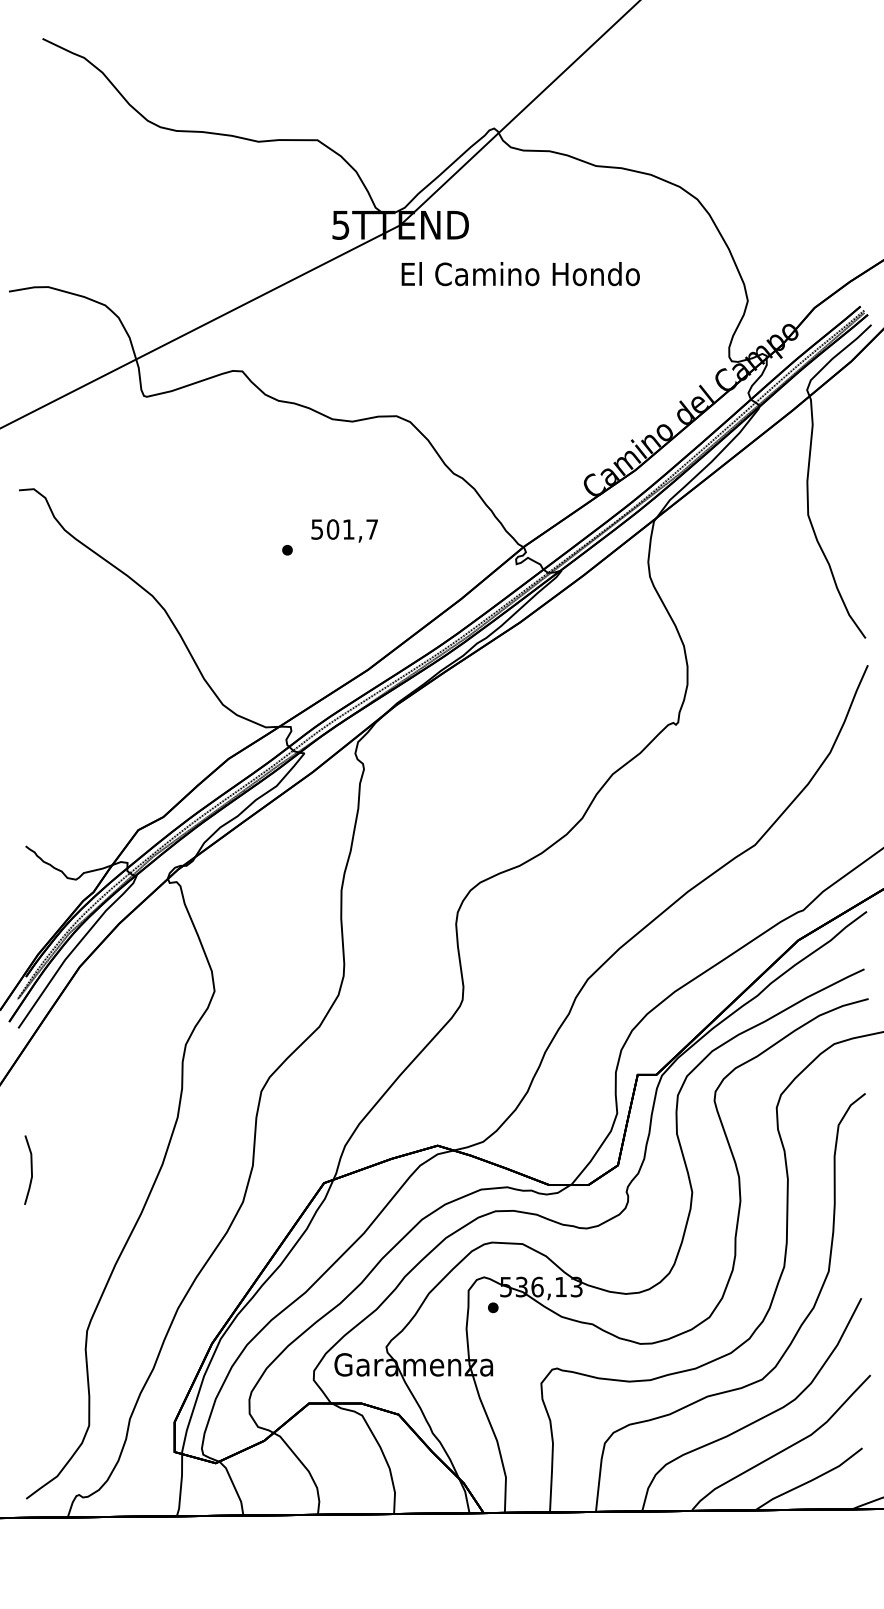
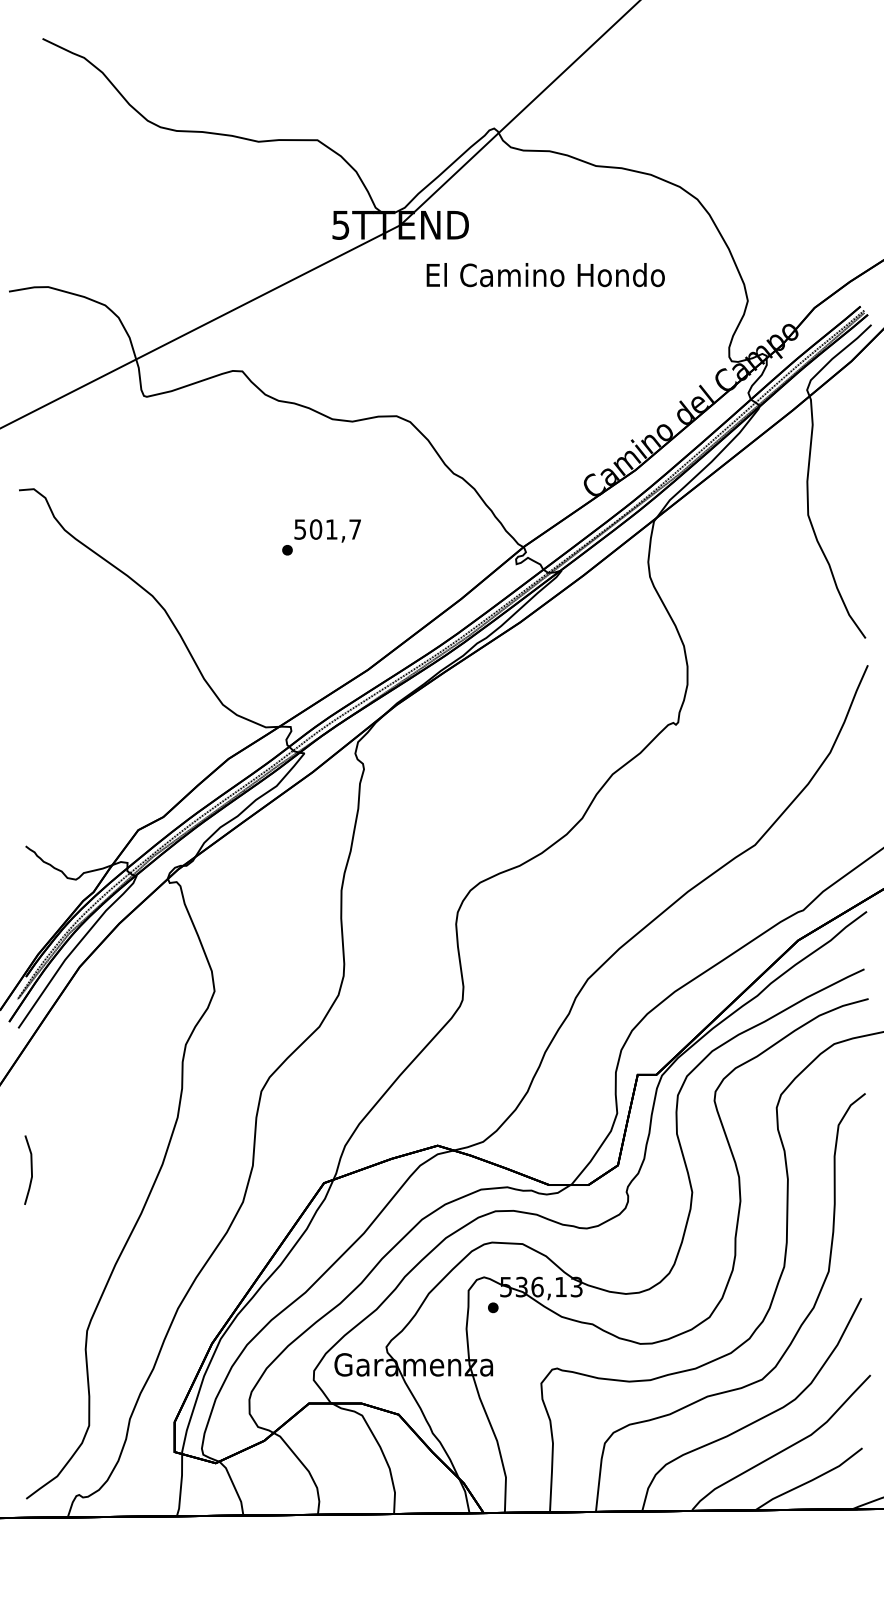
text at (520, 274) position: (520, 274) -> (545, 275)
text at (344, 530) position: (344, 530) -> (327, 530)
